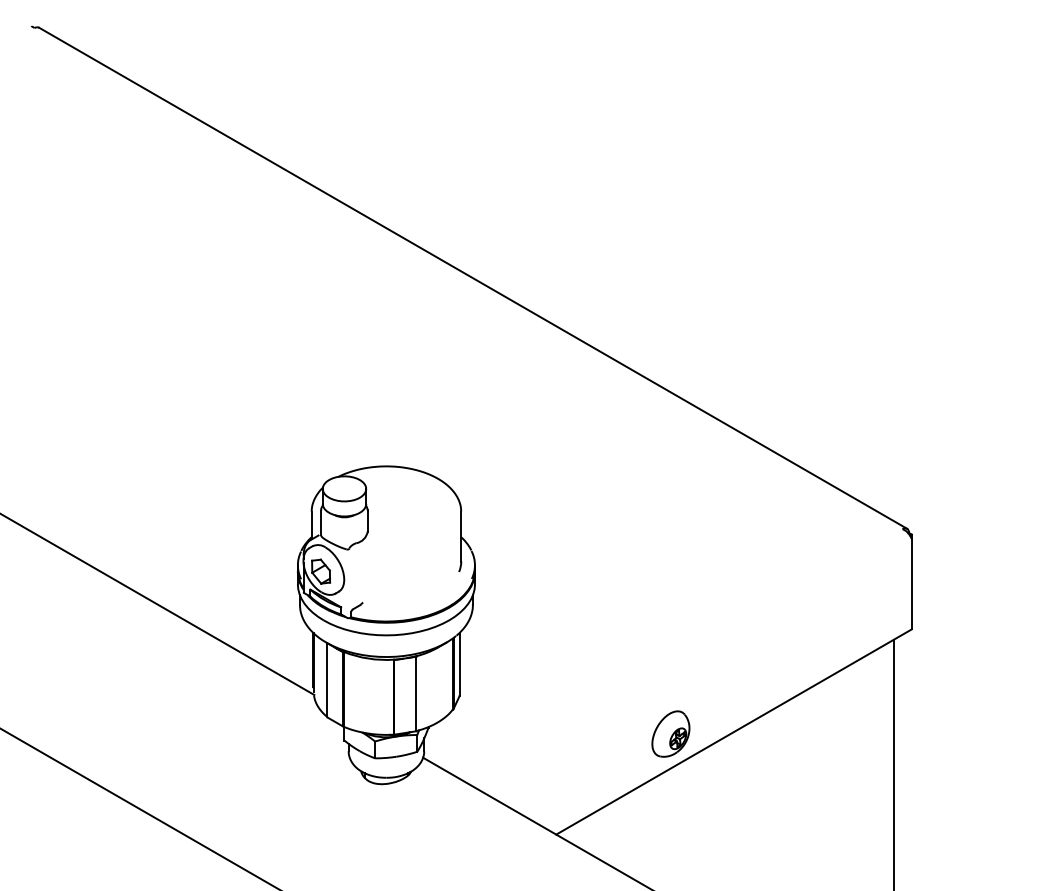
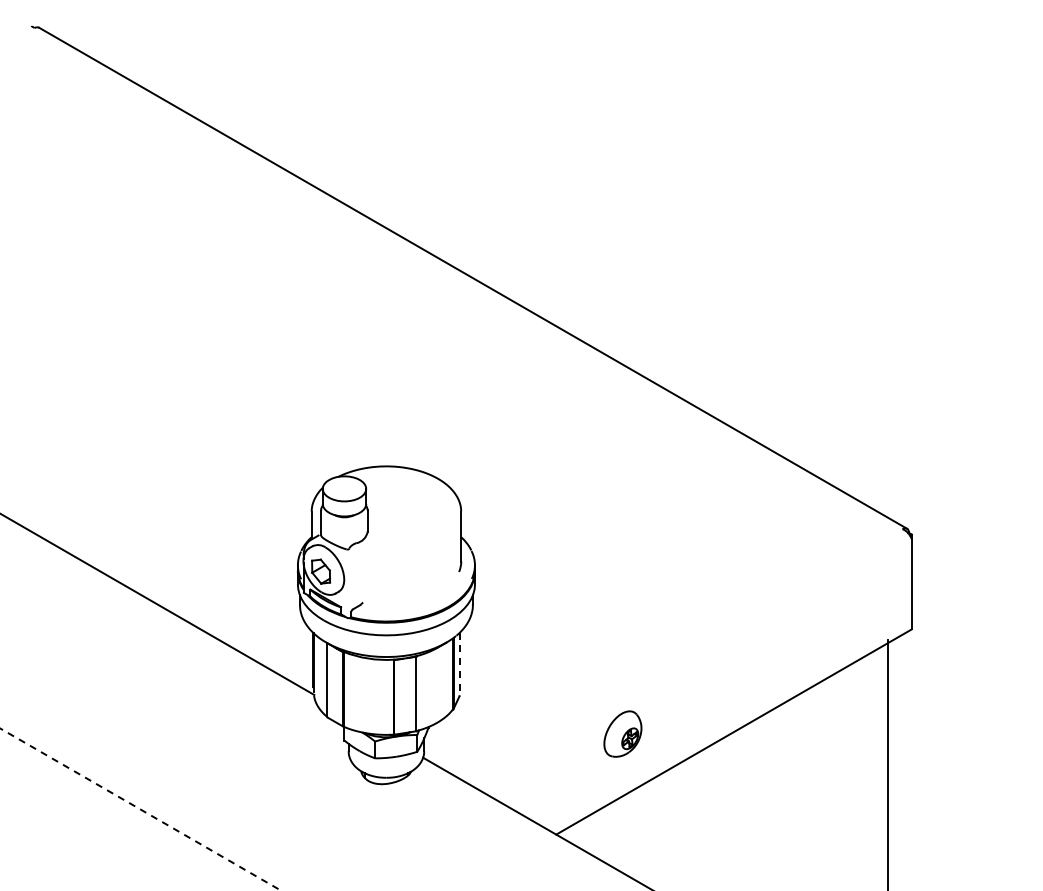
line at (459, 664): solid -> dashed
part at (670, 733) position: (670, 733) -> (622, 733)
line at (893, 763) position: (893, 763) -> (887, 763)
line at (140, 809): solid -> dashed
